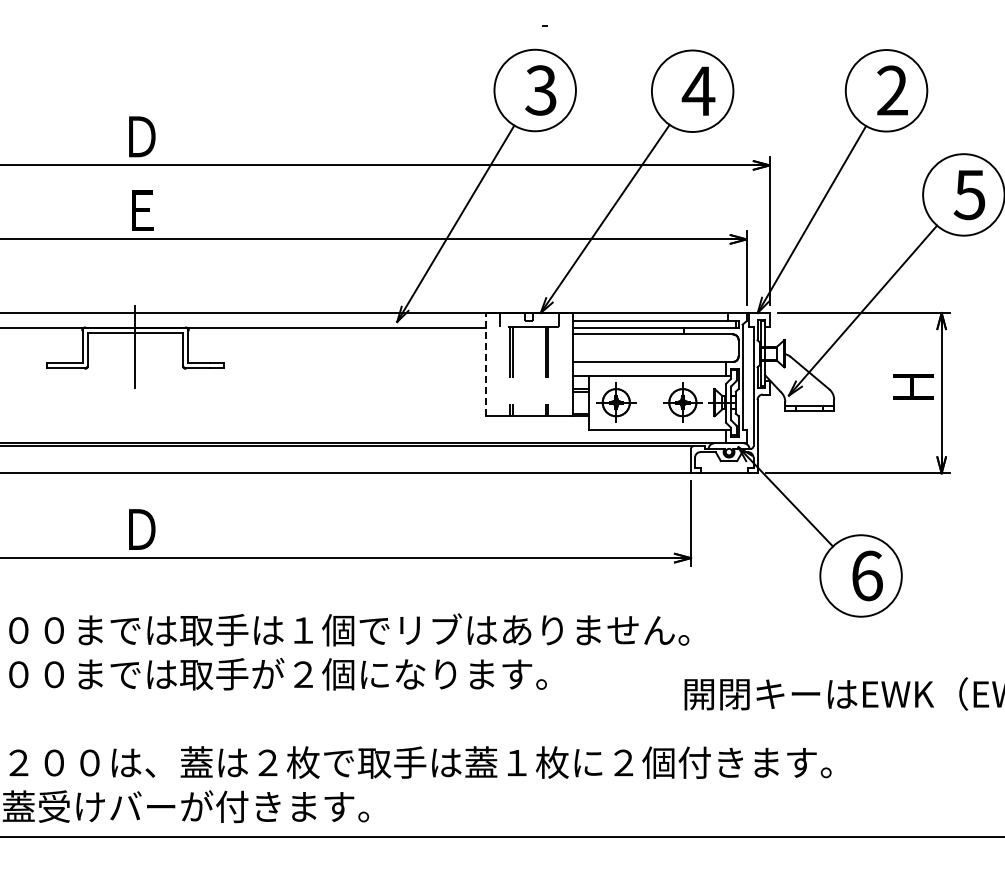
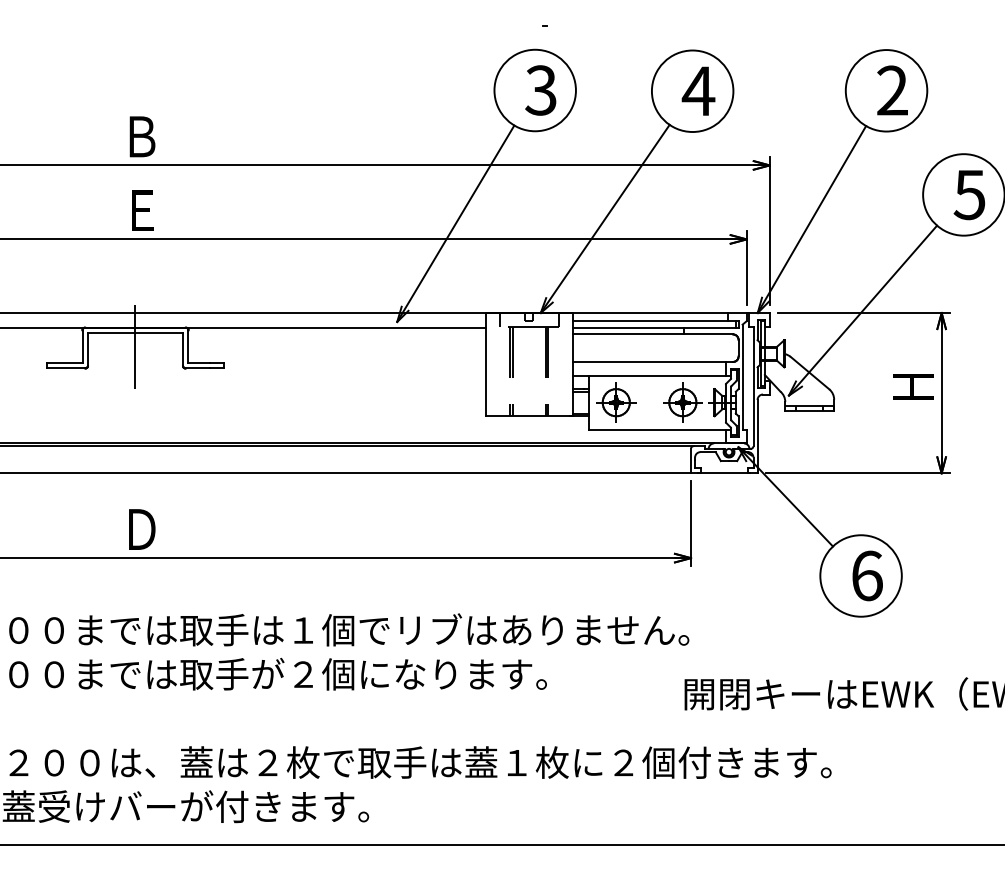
text at (142, 136): Ｄ -> Ｂ
line at (485, 364): dashed -> solid
line at (501, 837) position: (501, 837) -> (501, 845)
